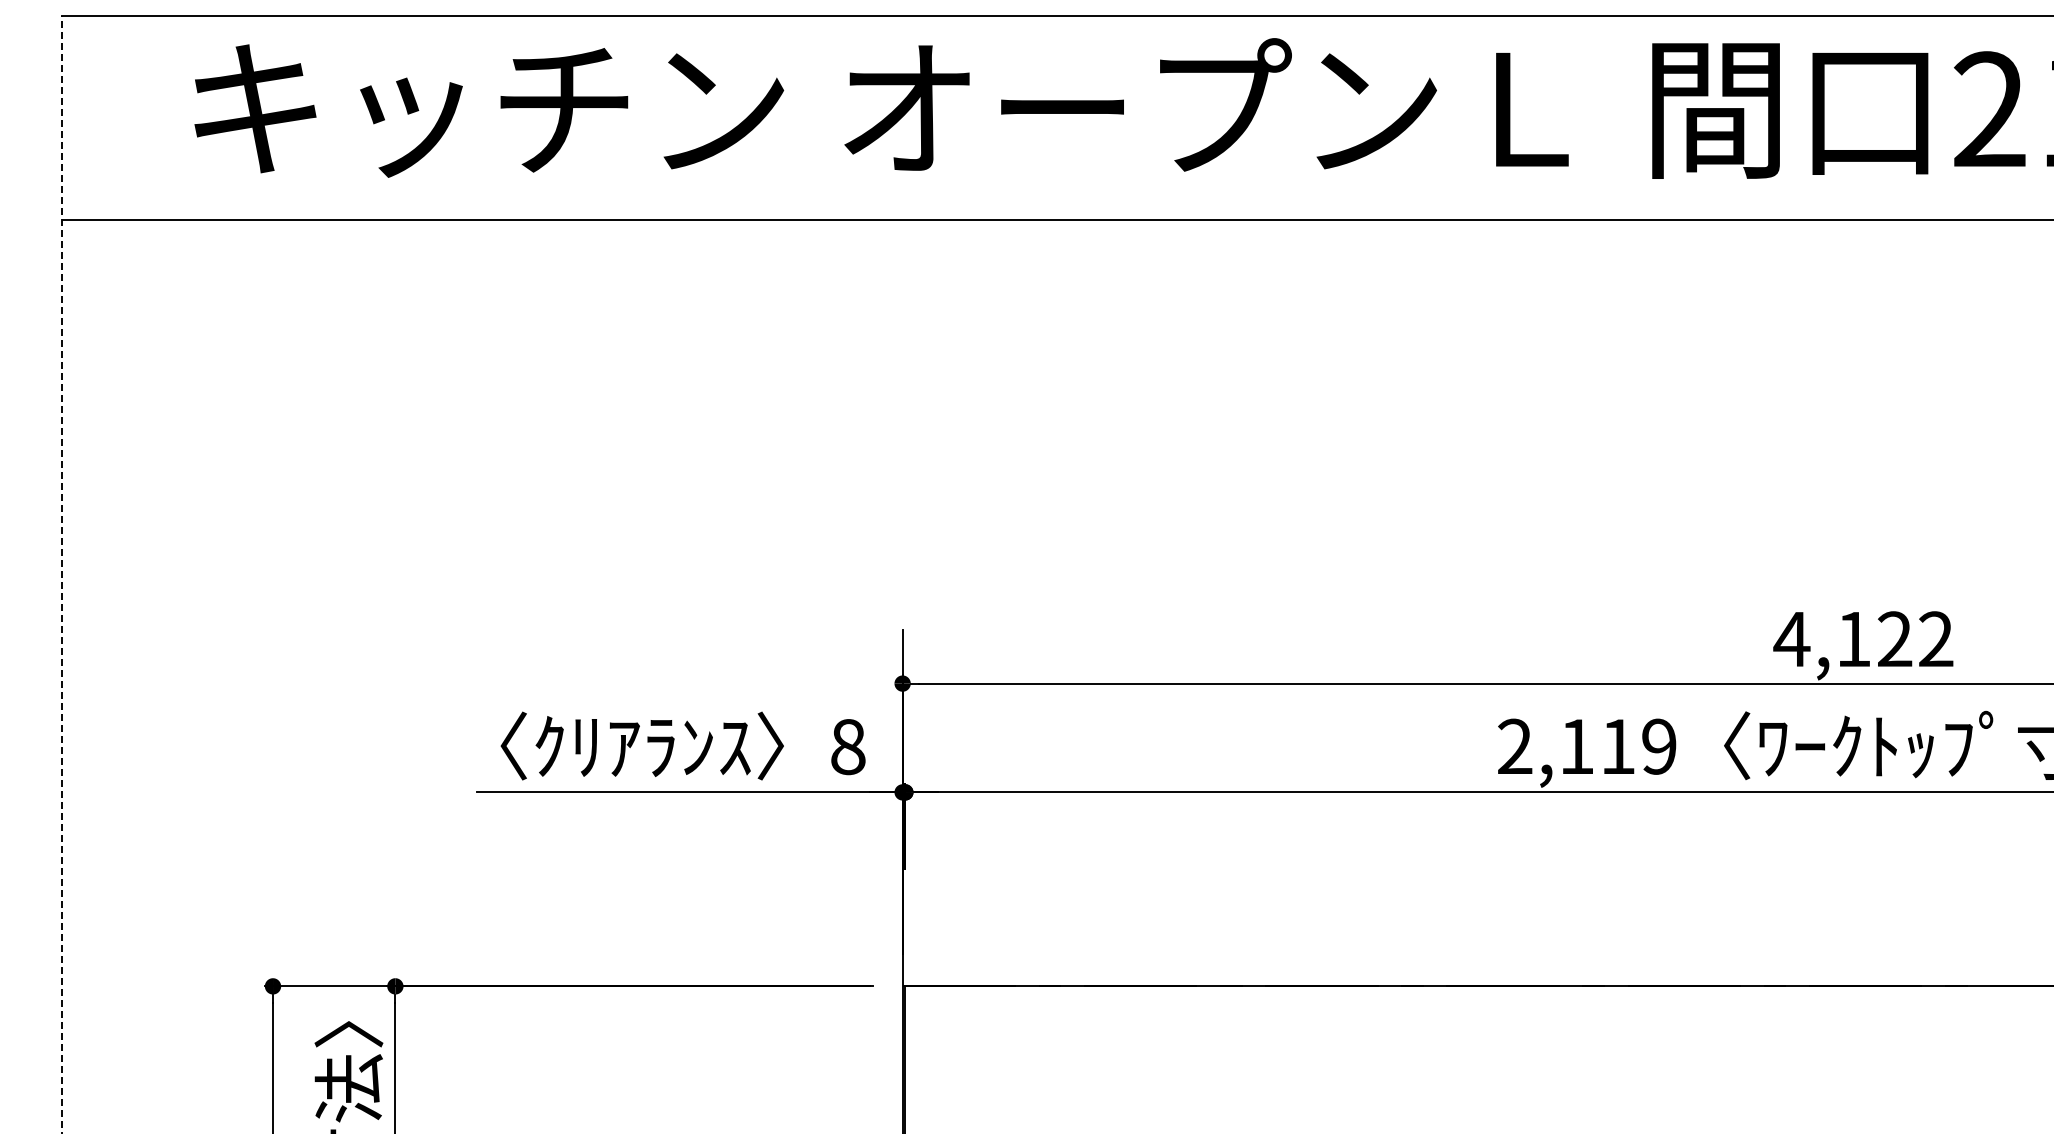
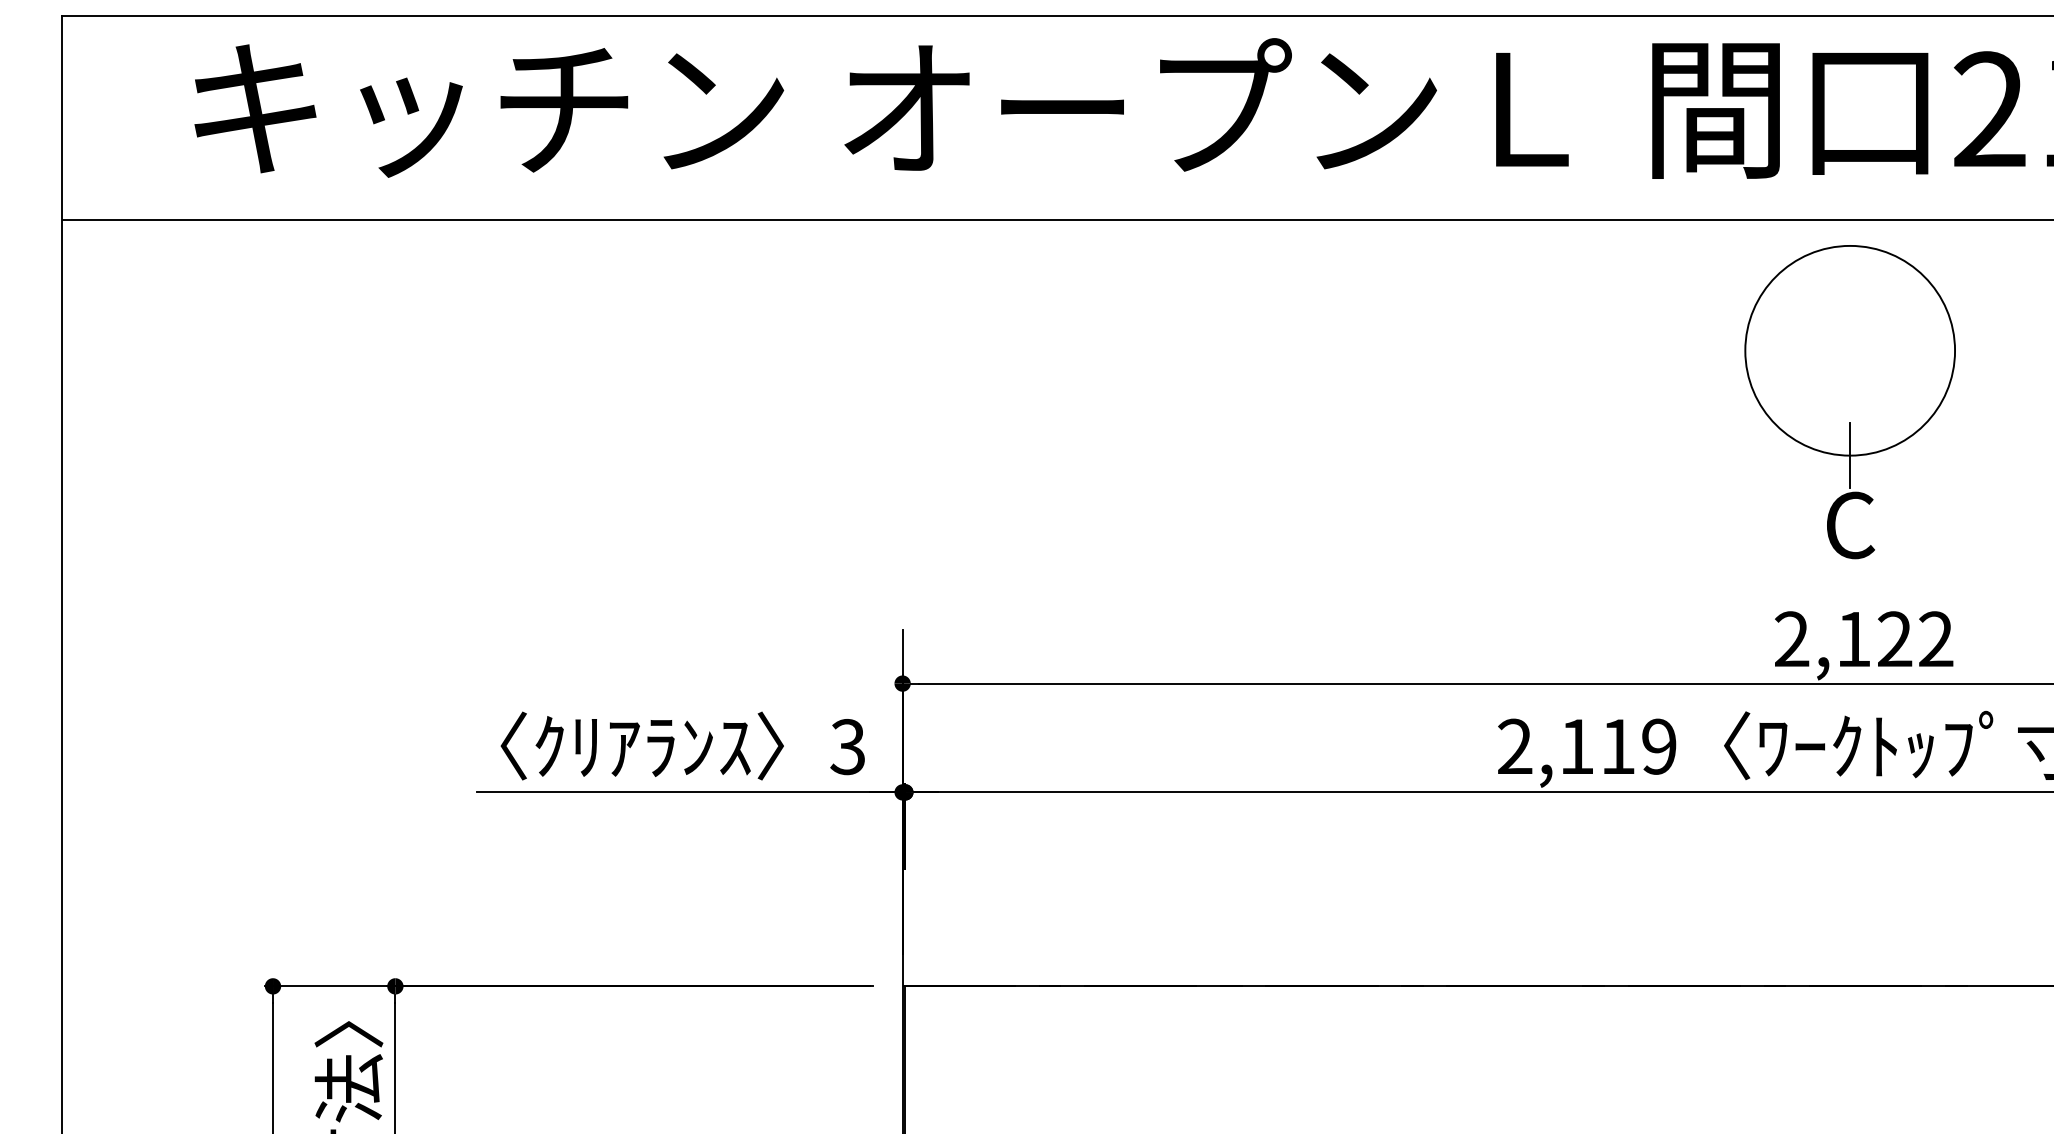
part at (1849, 402): none -> present
line at (61, 573): dashed -> solid
text at (1791, 638): 4,122 -> 2,122
text at (847, 747): 8 -> 3
